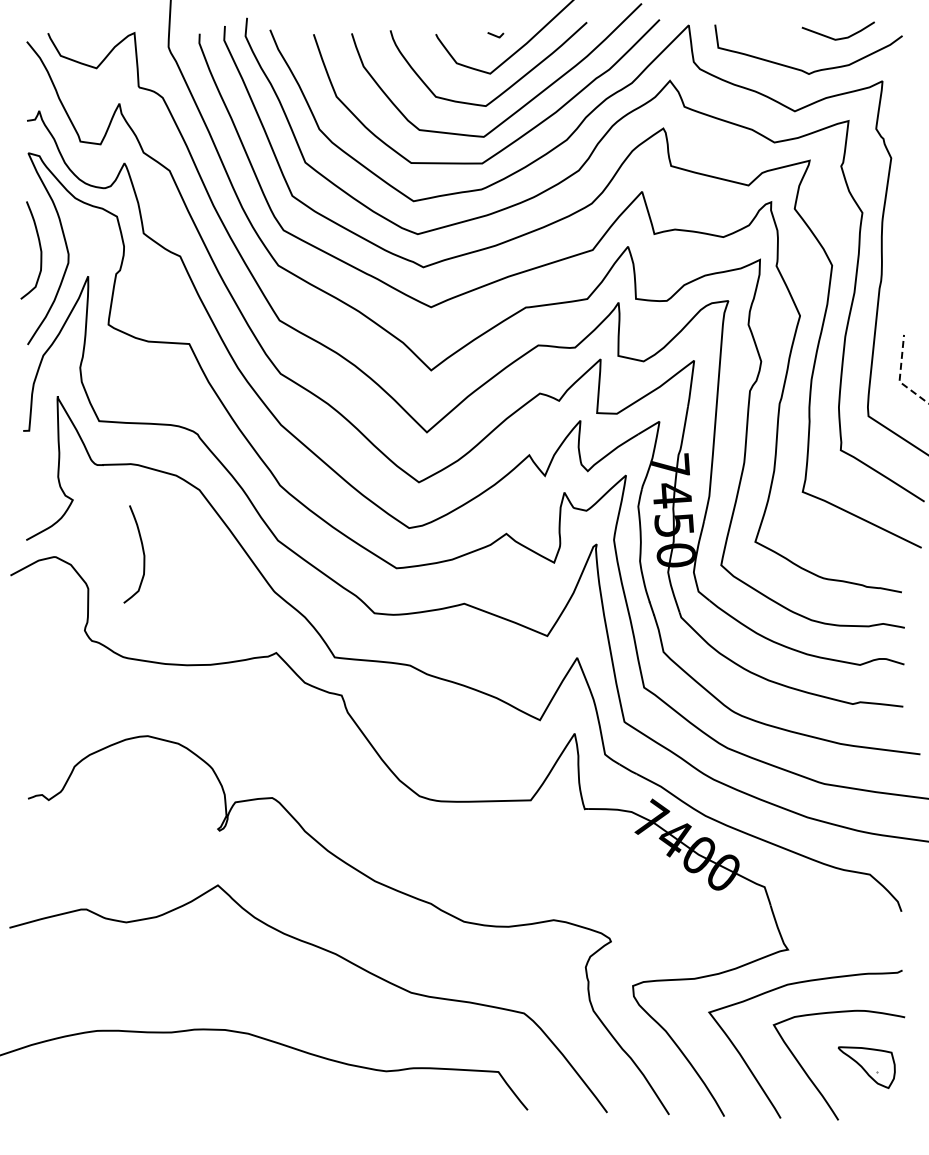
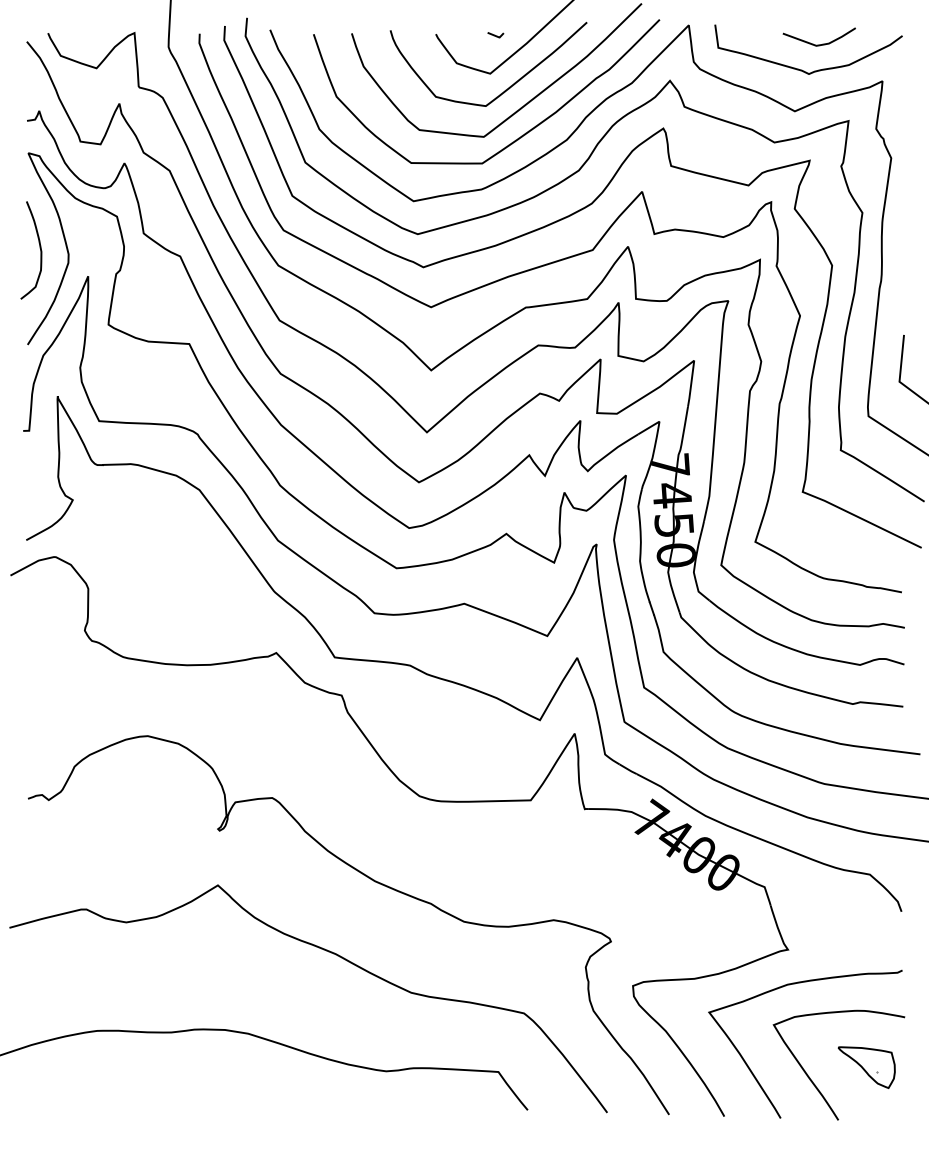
curve at (837, 38) position: (837, 38) -> (818, 44)
line at (900, 375): dashed -> solid
curve at (142, 552): present -> none
